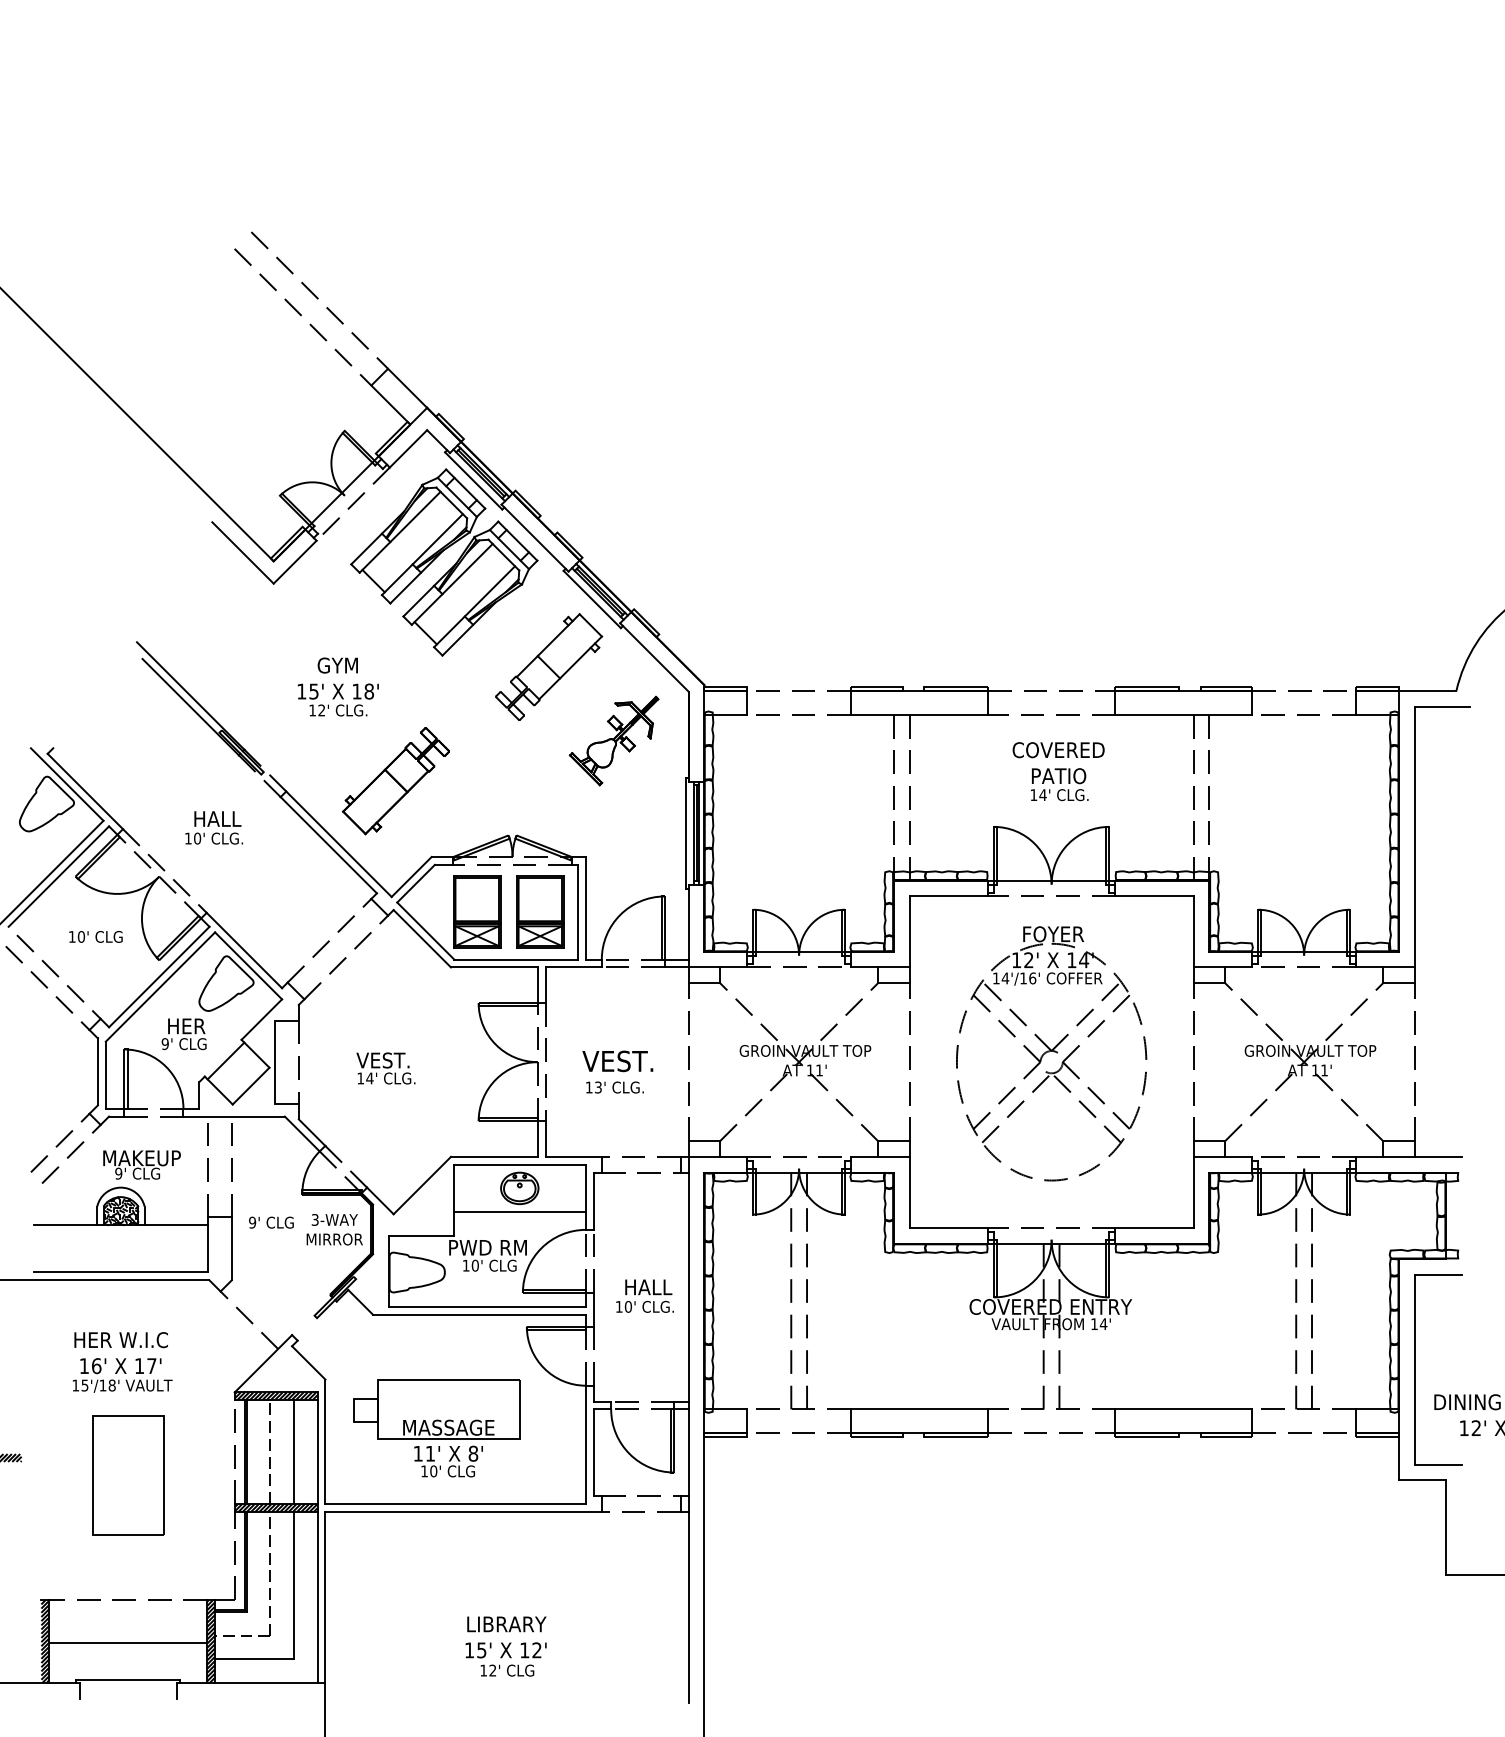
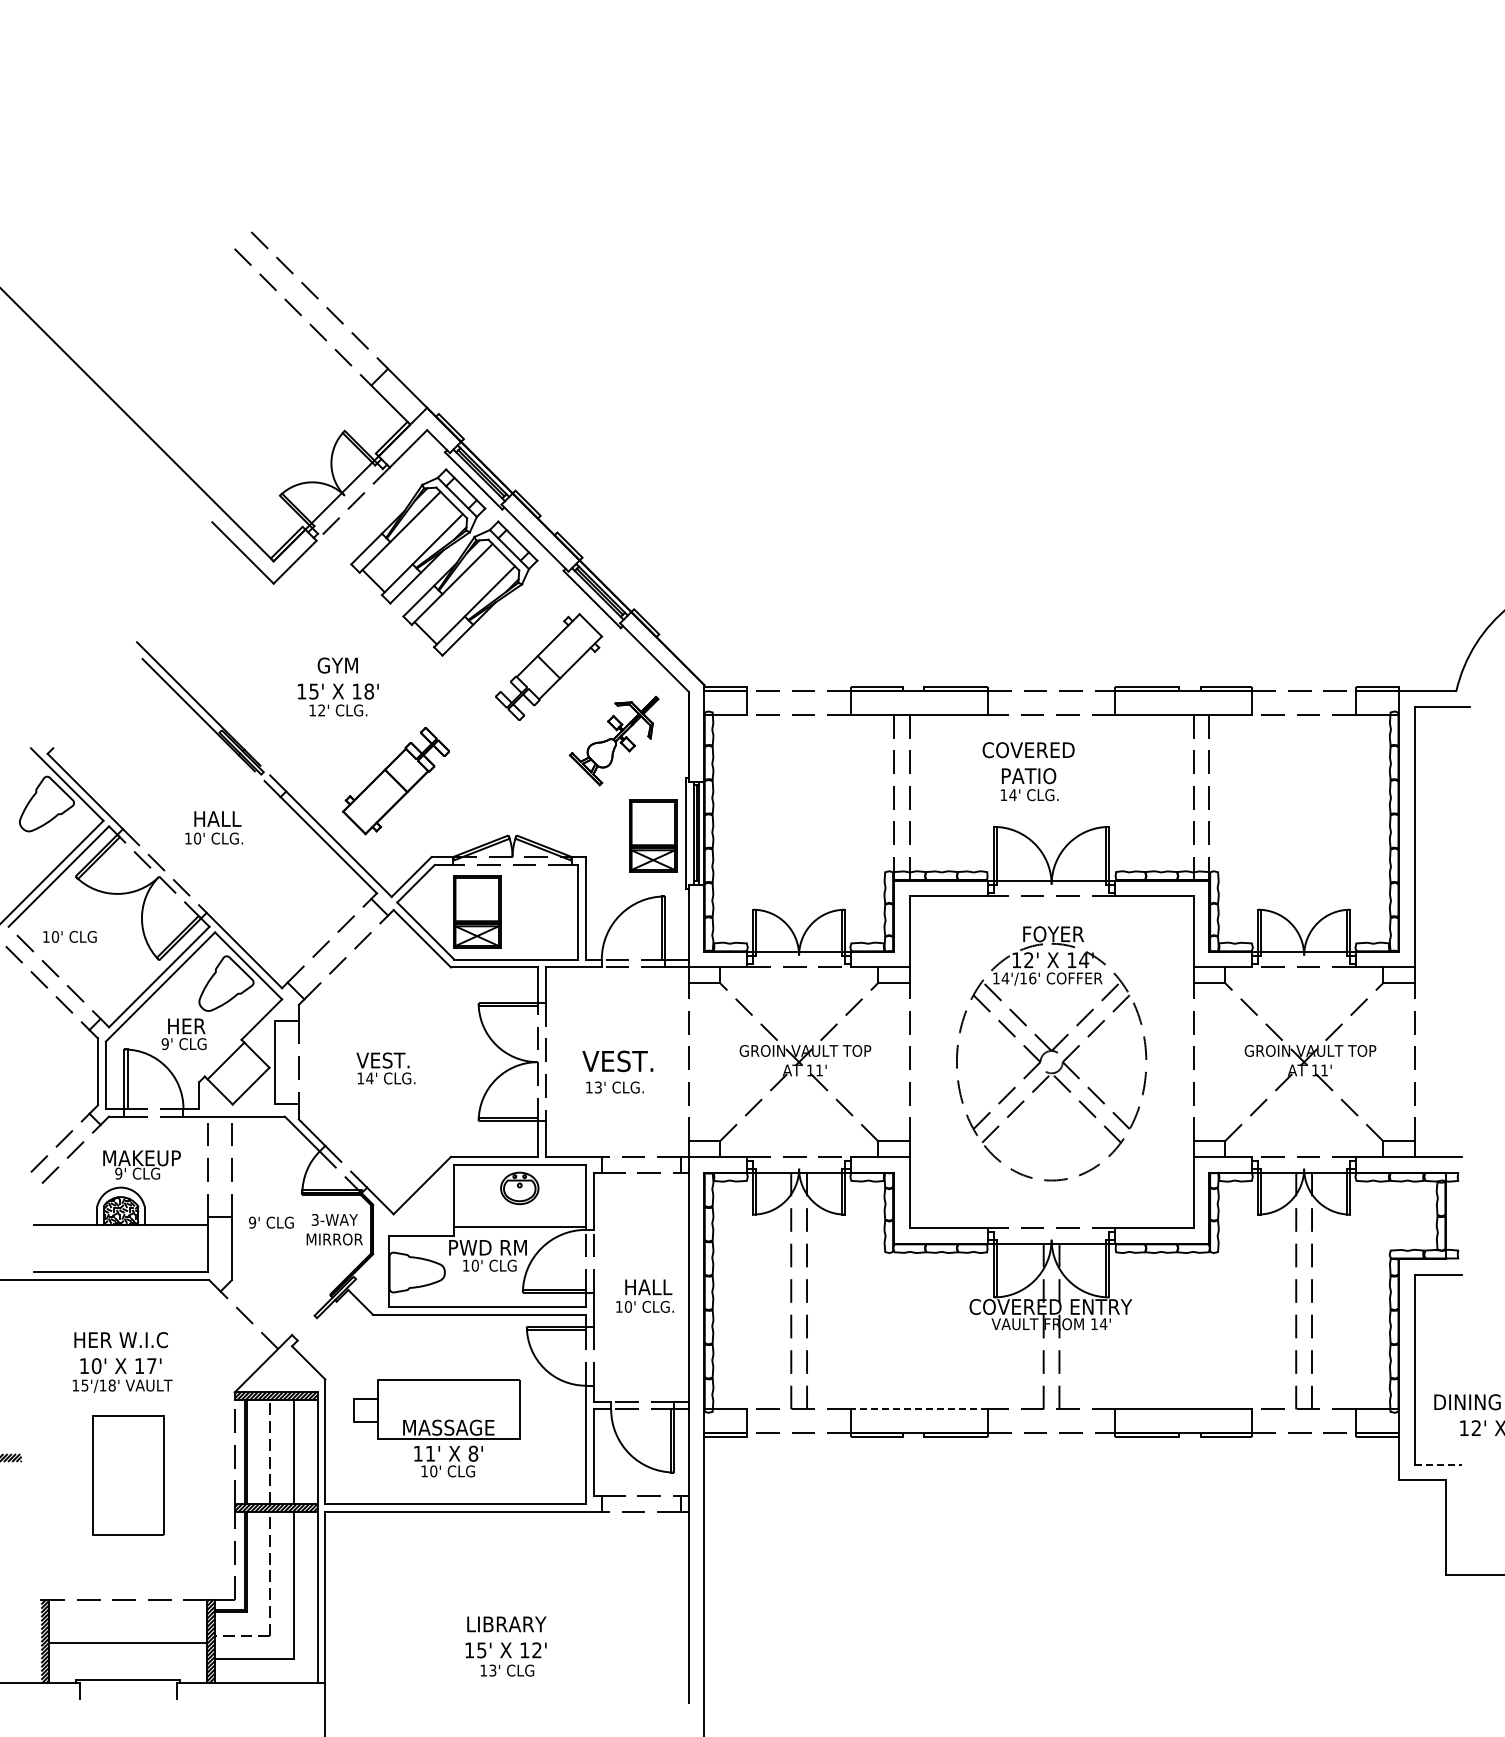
text at (1058, 771) position: (1058, 771) -> (1028, 771)
part at (540, 911) position: (540, 911) -> (653, 835)
text at (95, 936) position: (95, 936) -> (69, 936)
line at (519, 1212) position: (519, 1212) -> (519, 1227)
text at (96, 1365): 16' -> 10'
line at (919, 1409): solid -> dashed
line at (1438, 1464): solid -> dashed
text at (492, 1670): 12' -> 13'
